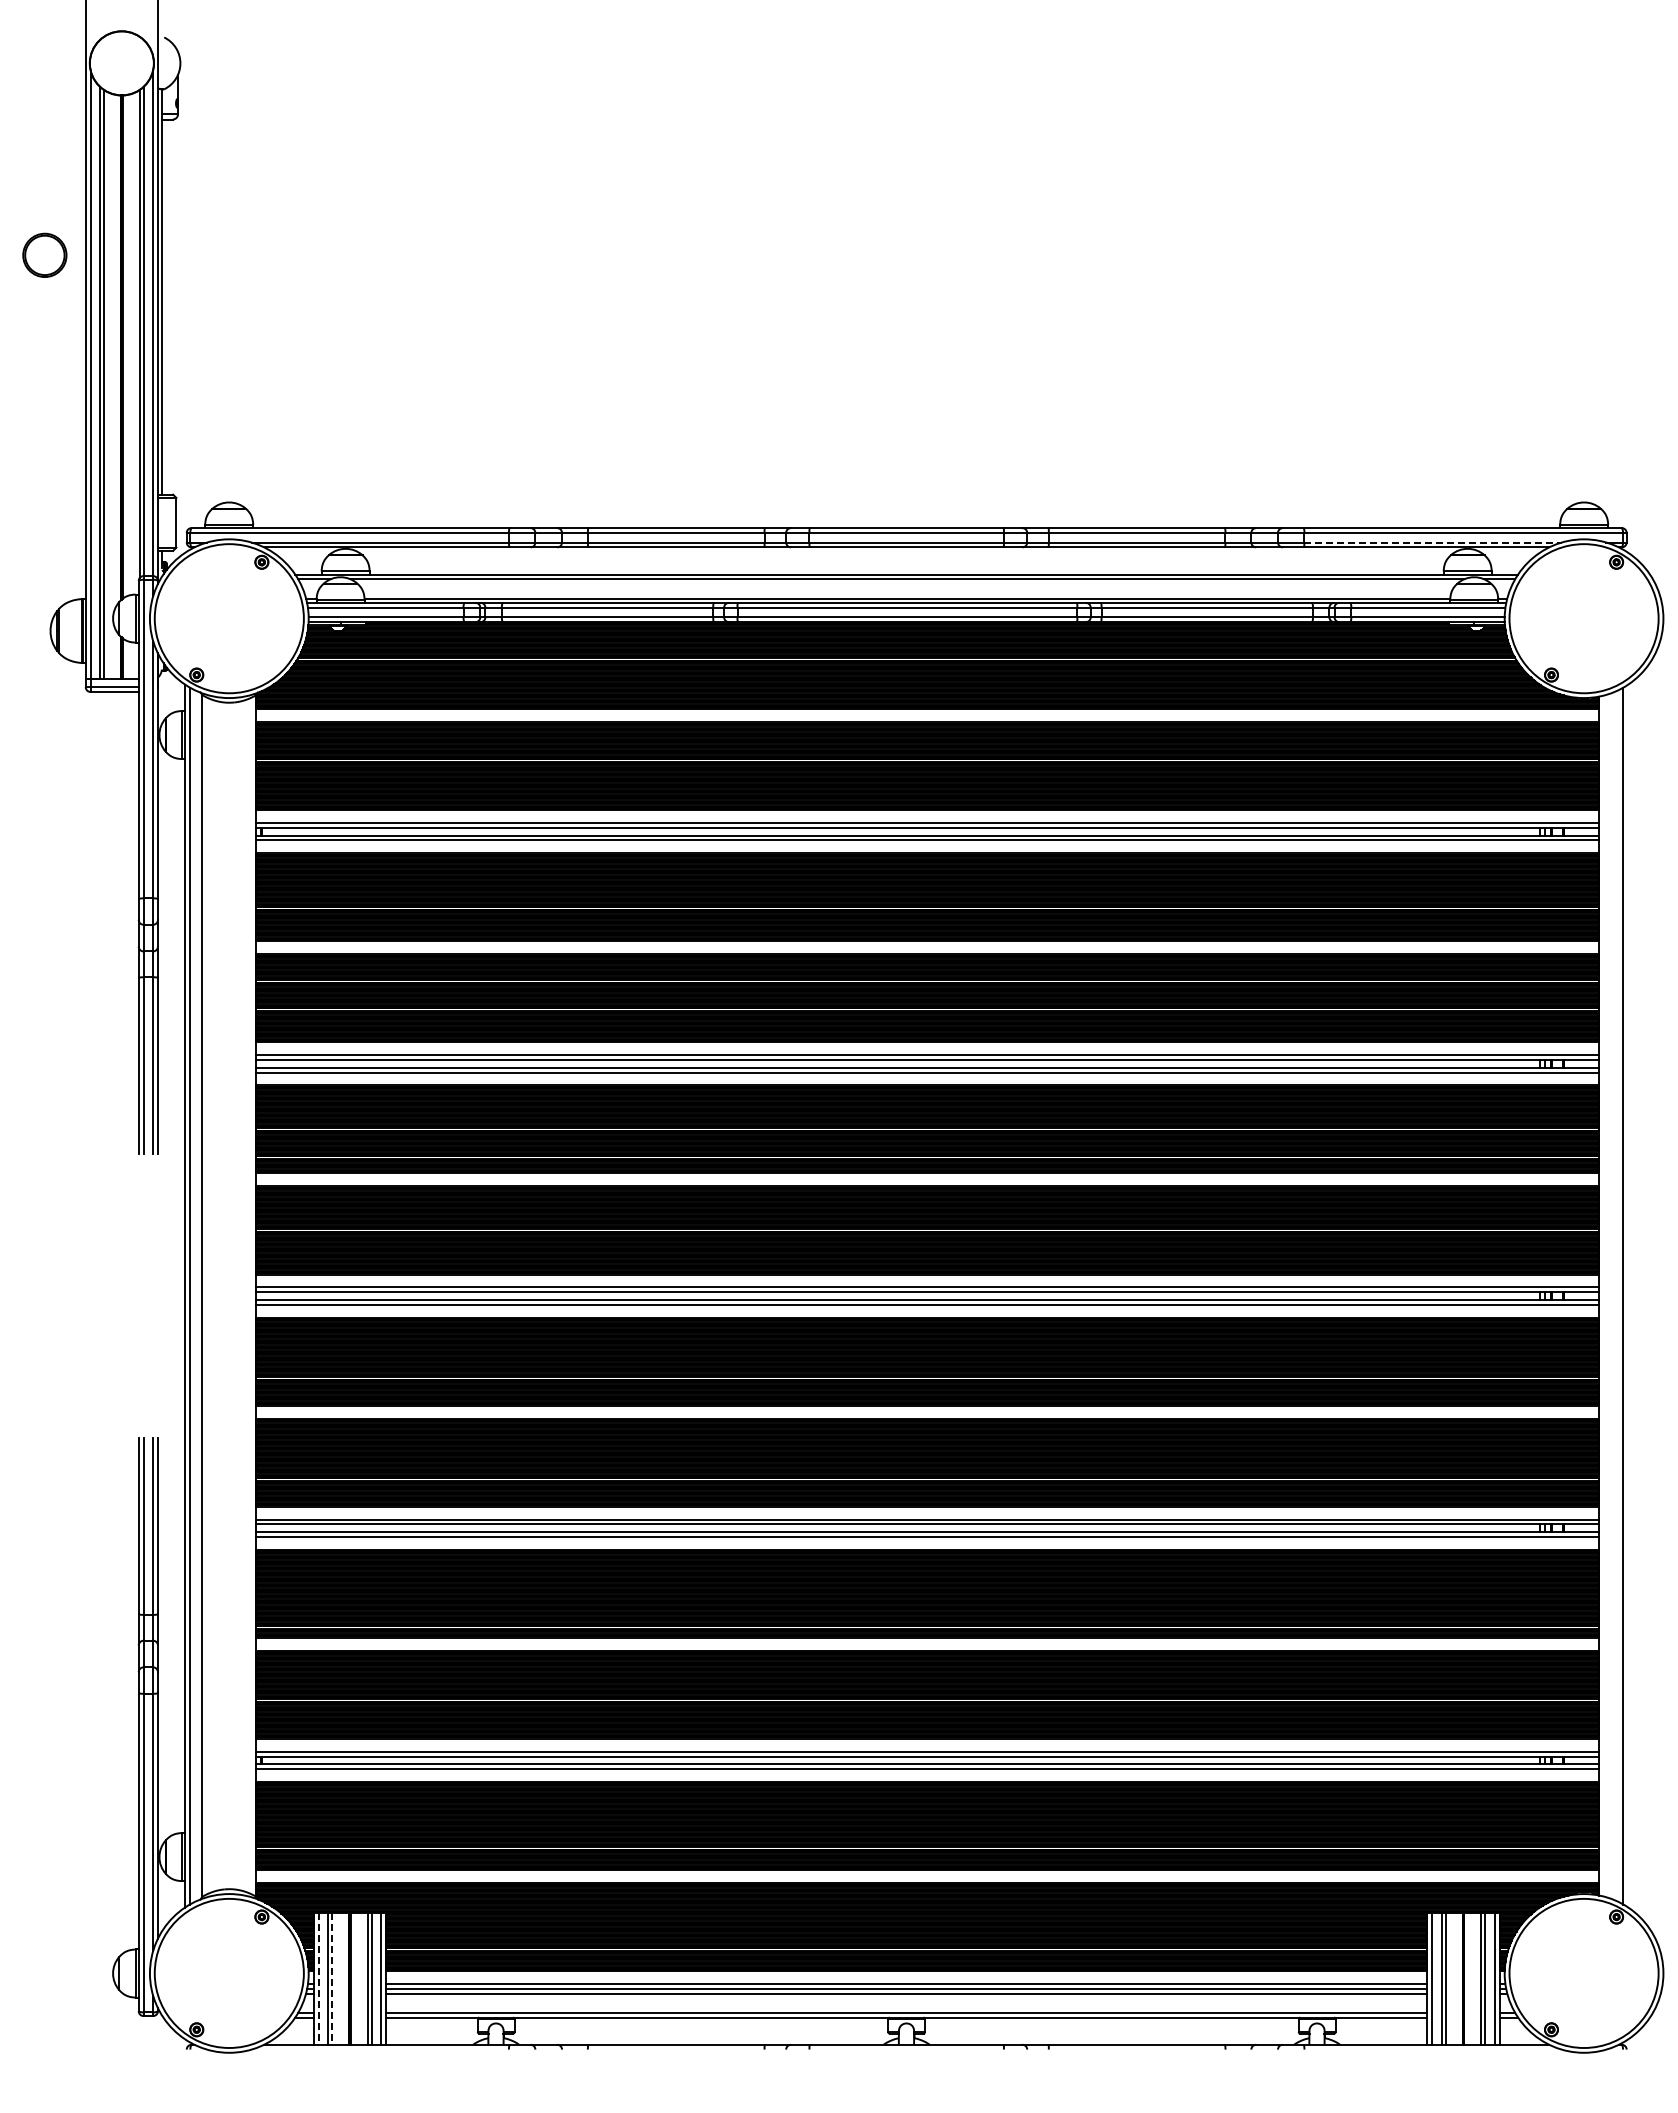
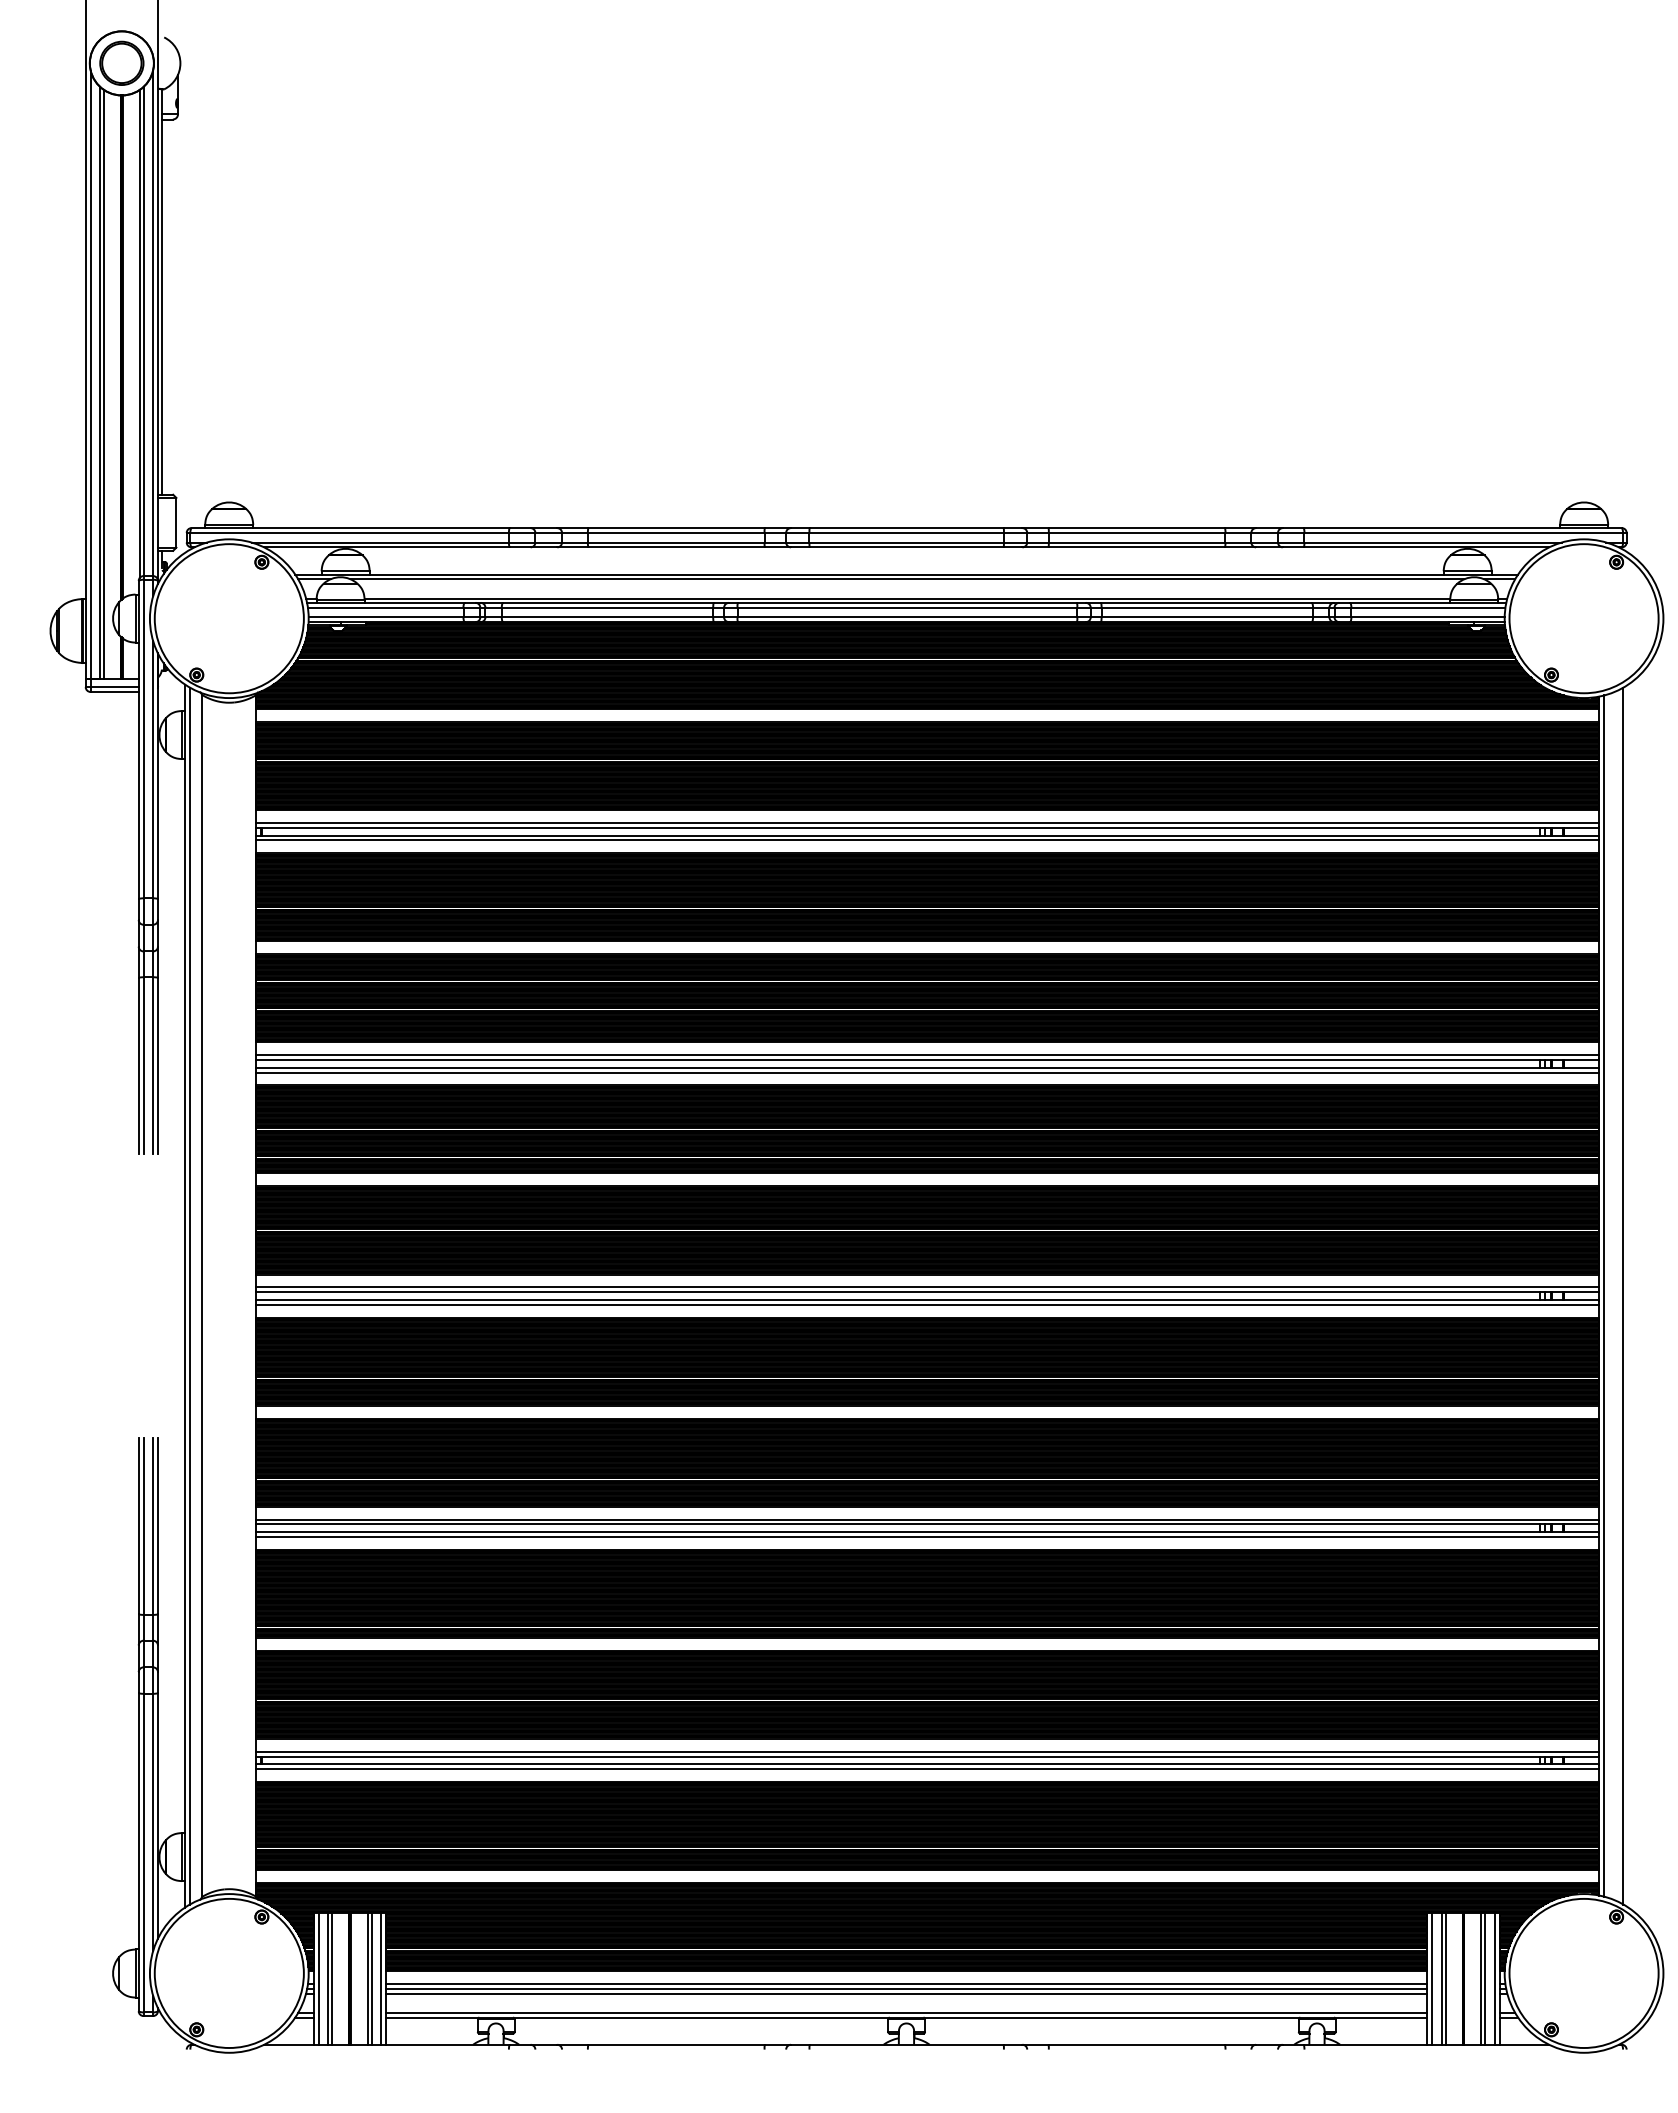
part at (44, 254) position: (44, 254) -> (121, 62)
line at (1433, 542): dashed -> solid
line at (1604, 1295): none -> present
line at (318, 1979): dashed -> solid
line at (332, 1979): dashed -> solid
